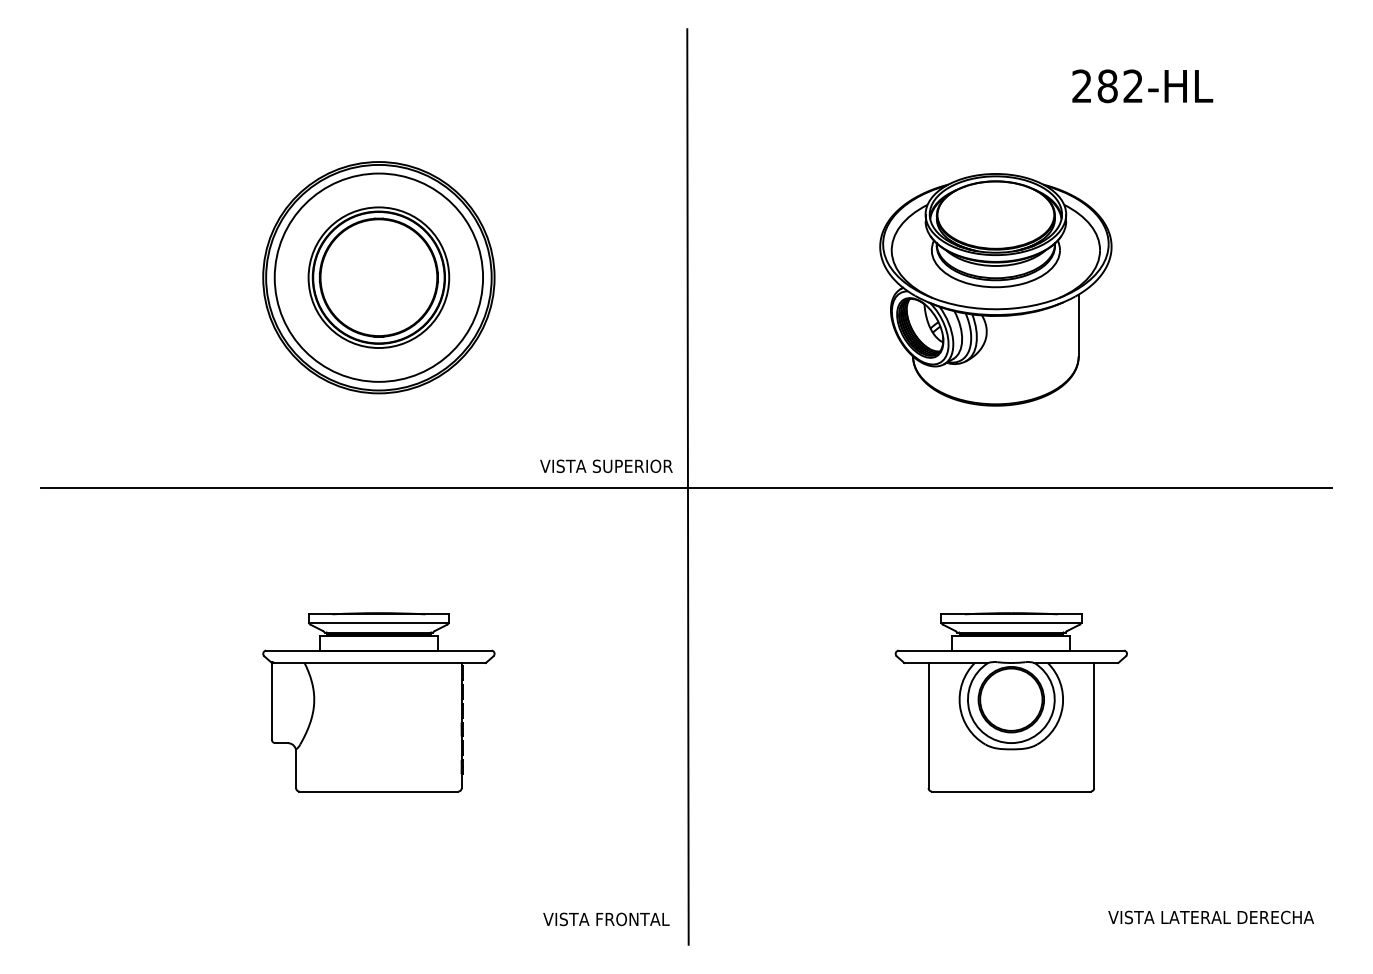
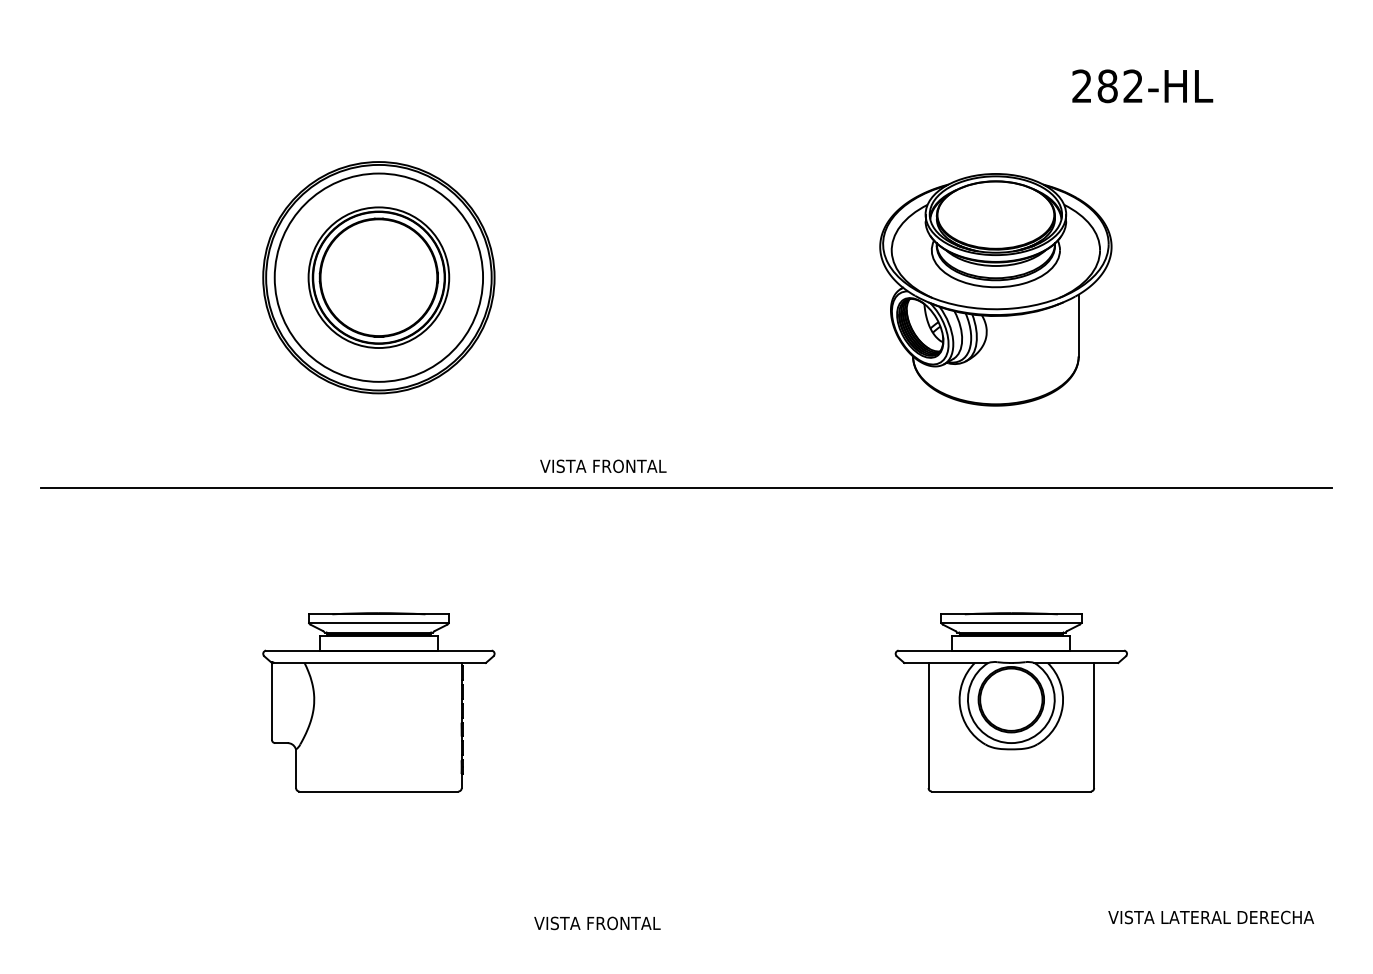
text at (632, 466): VISTA SUPERIOR -> VISTA FRONTAL
line at (687, 486): present -> none
text at (606, 919) position: (606, 919) -> (597, 923)
